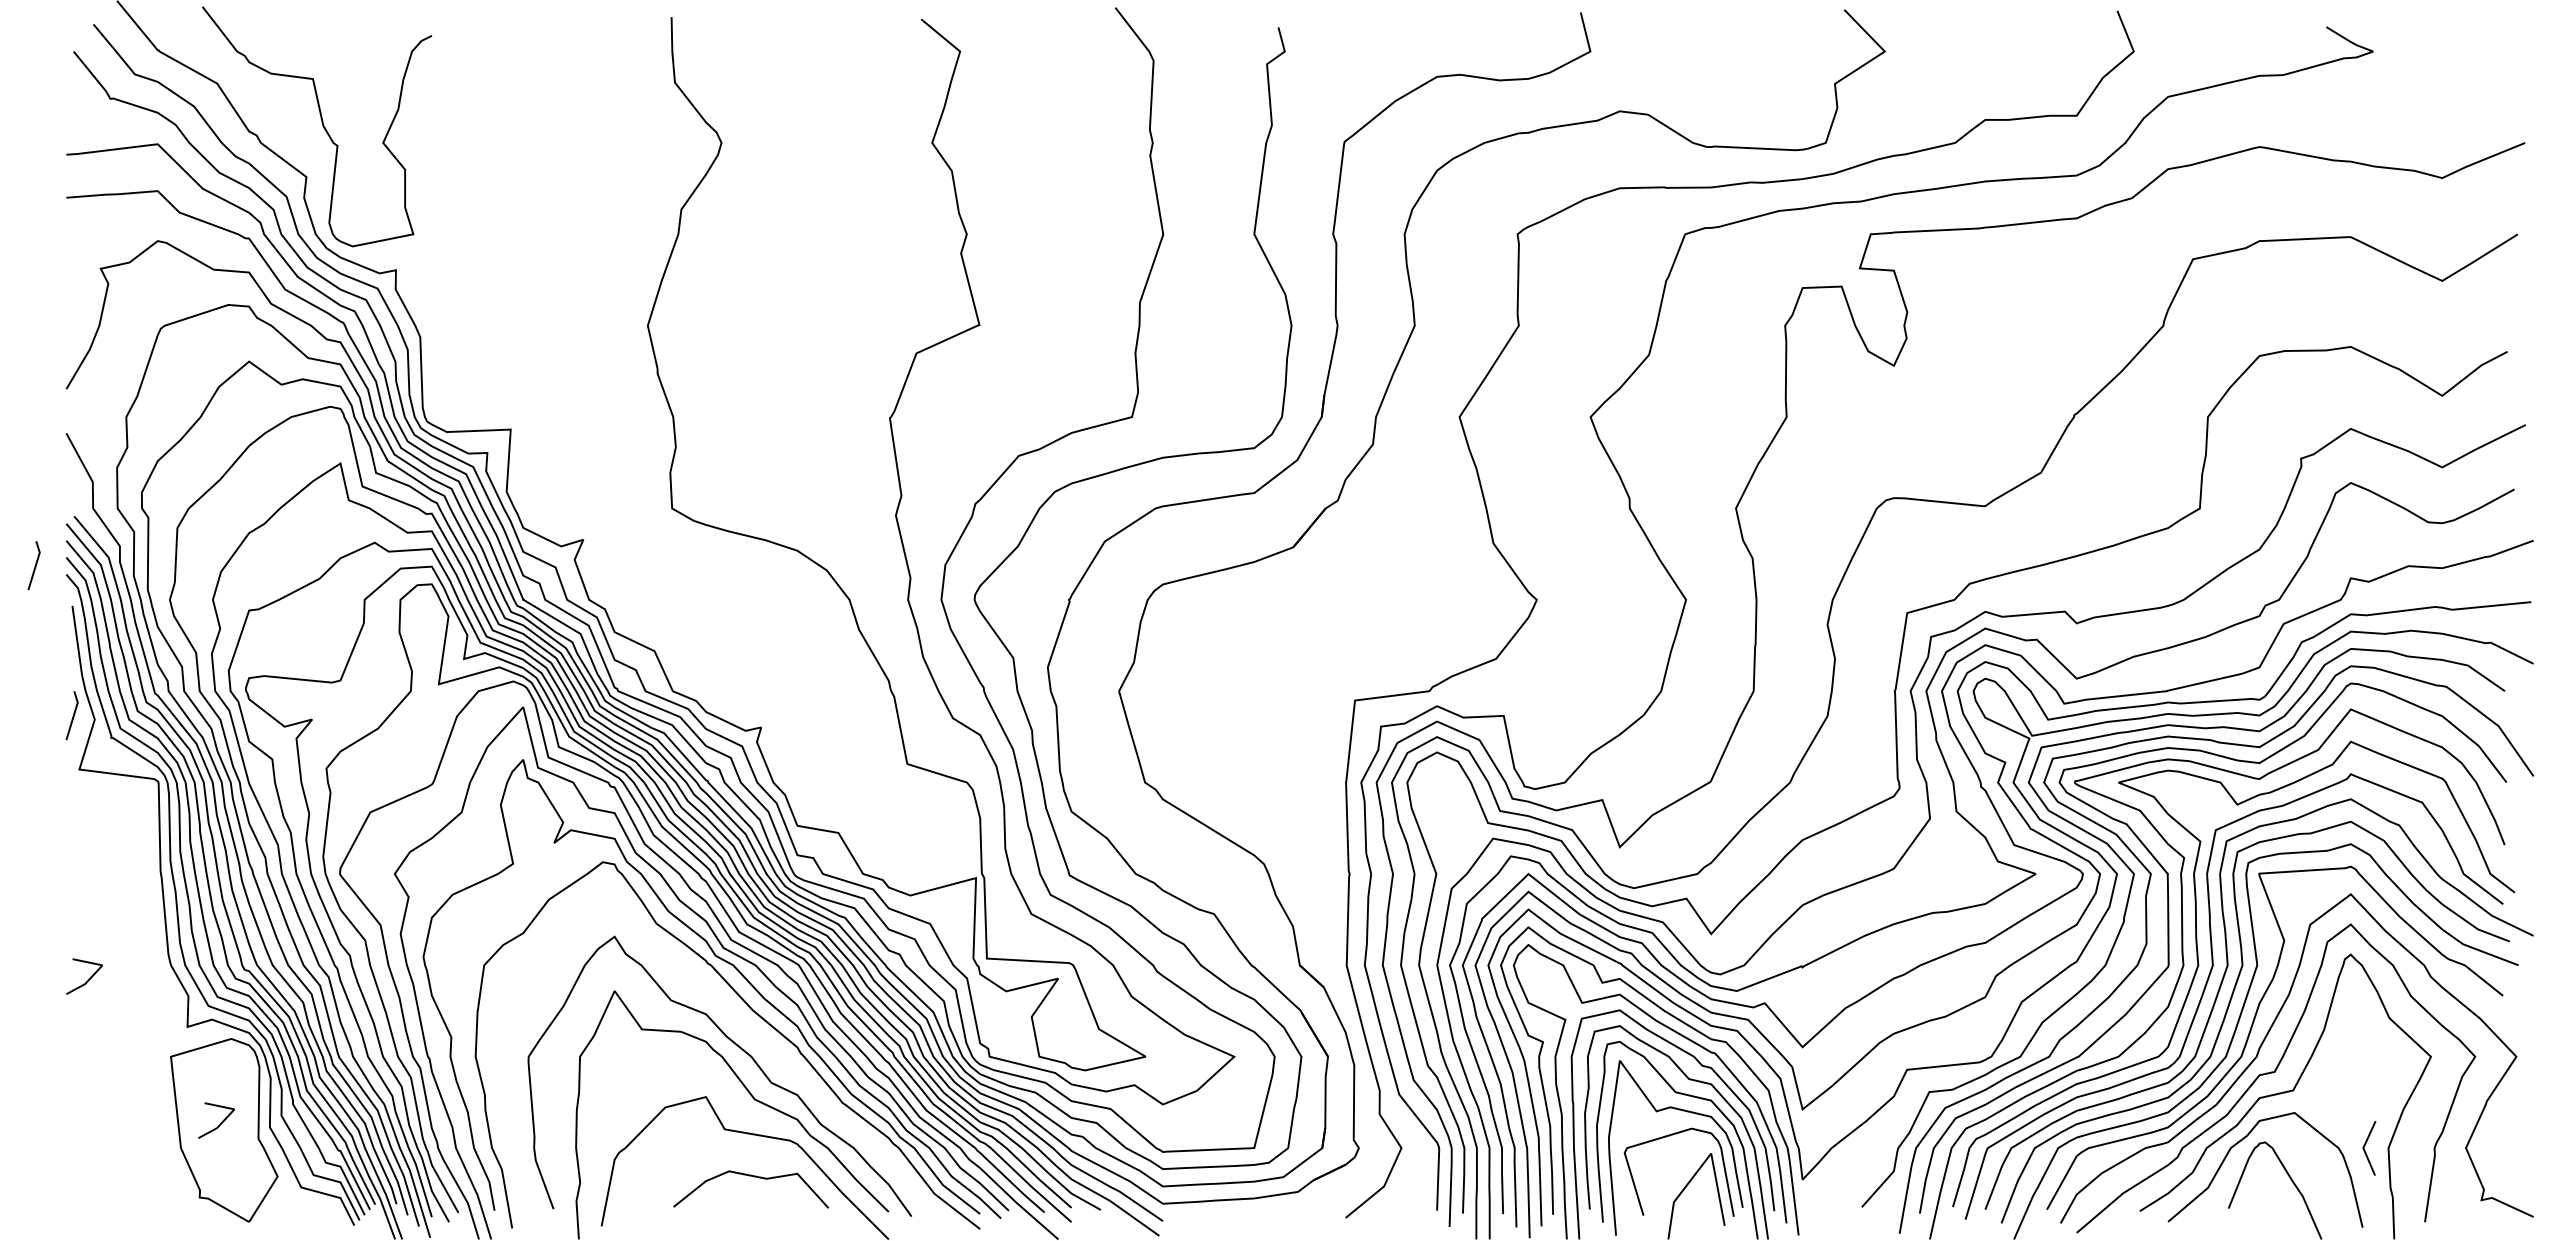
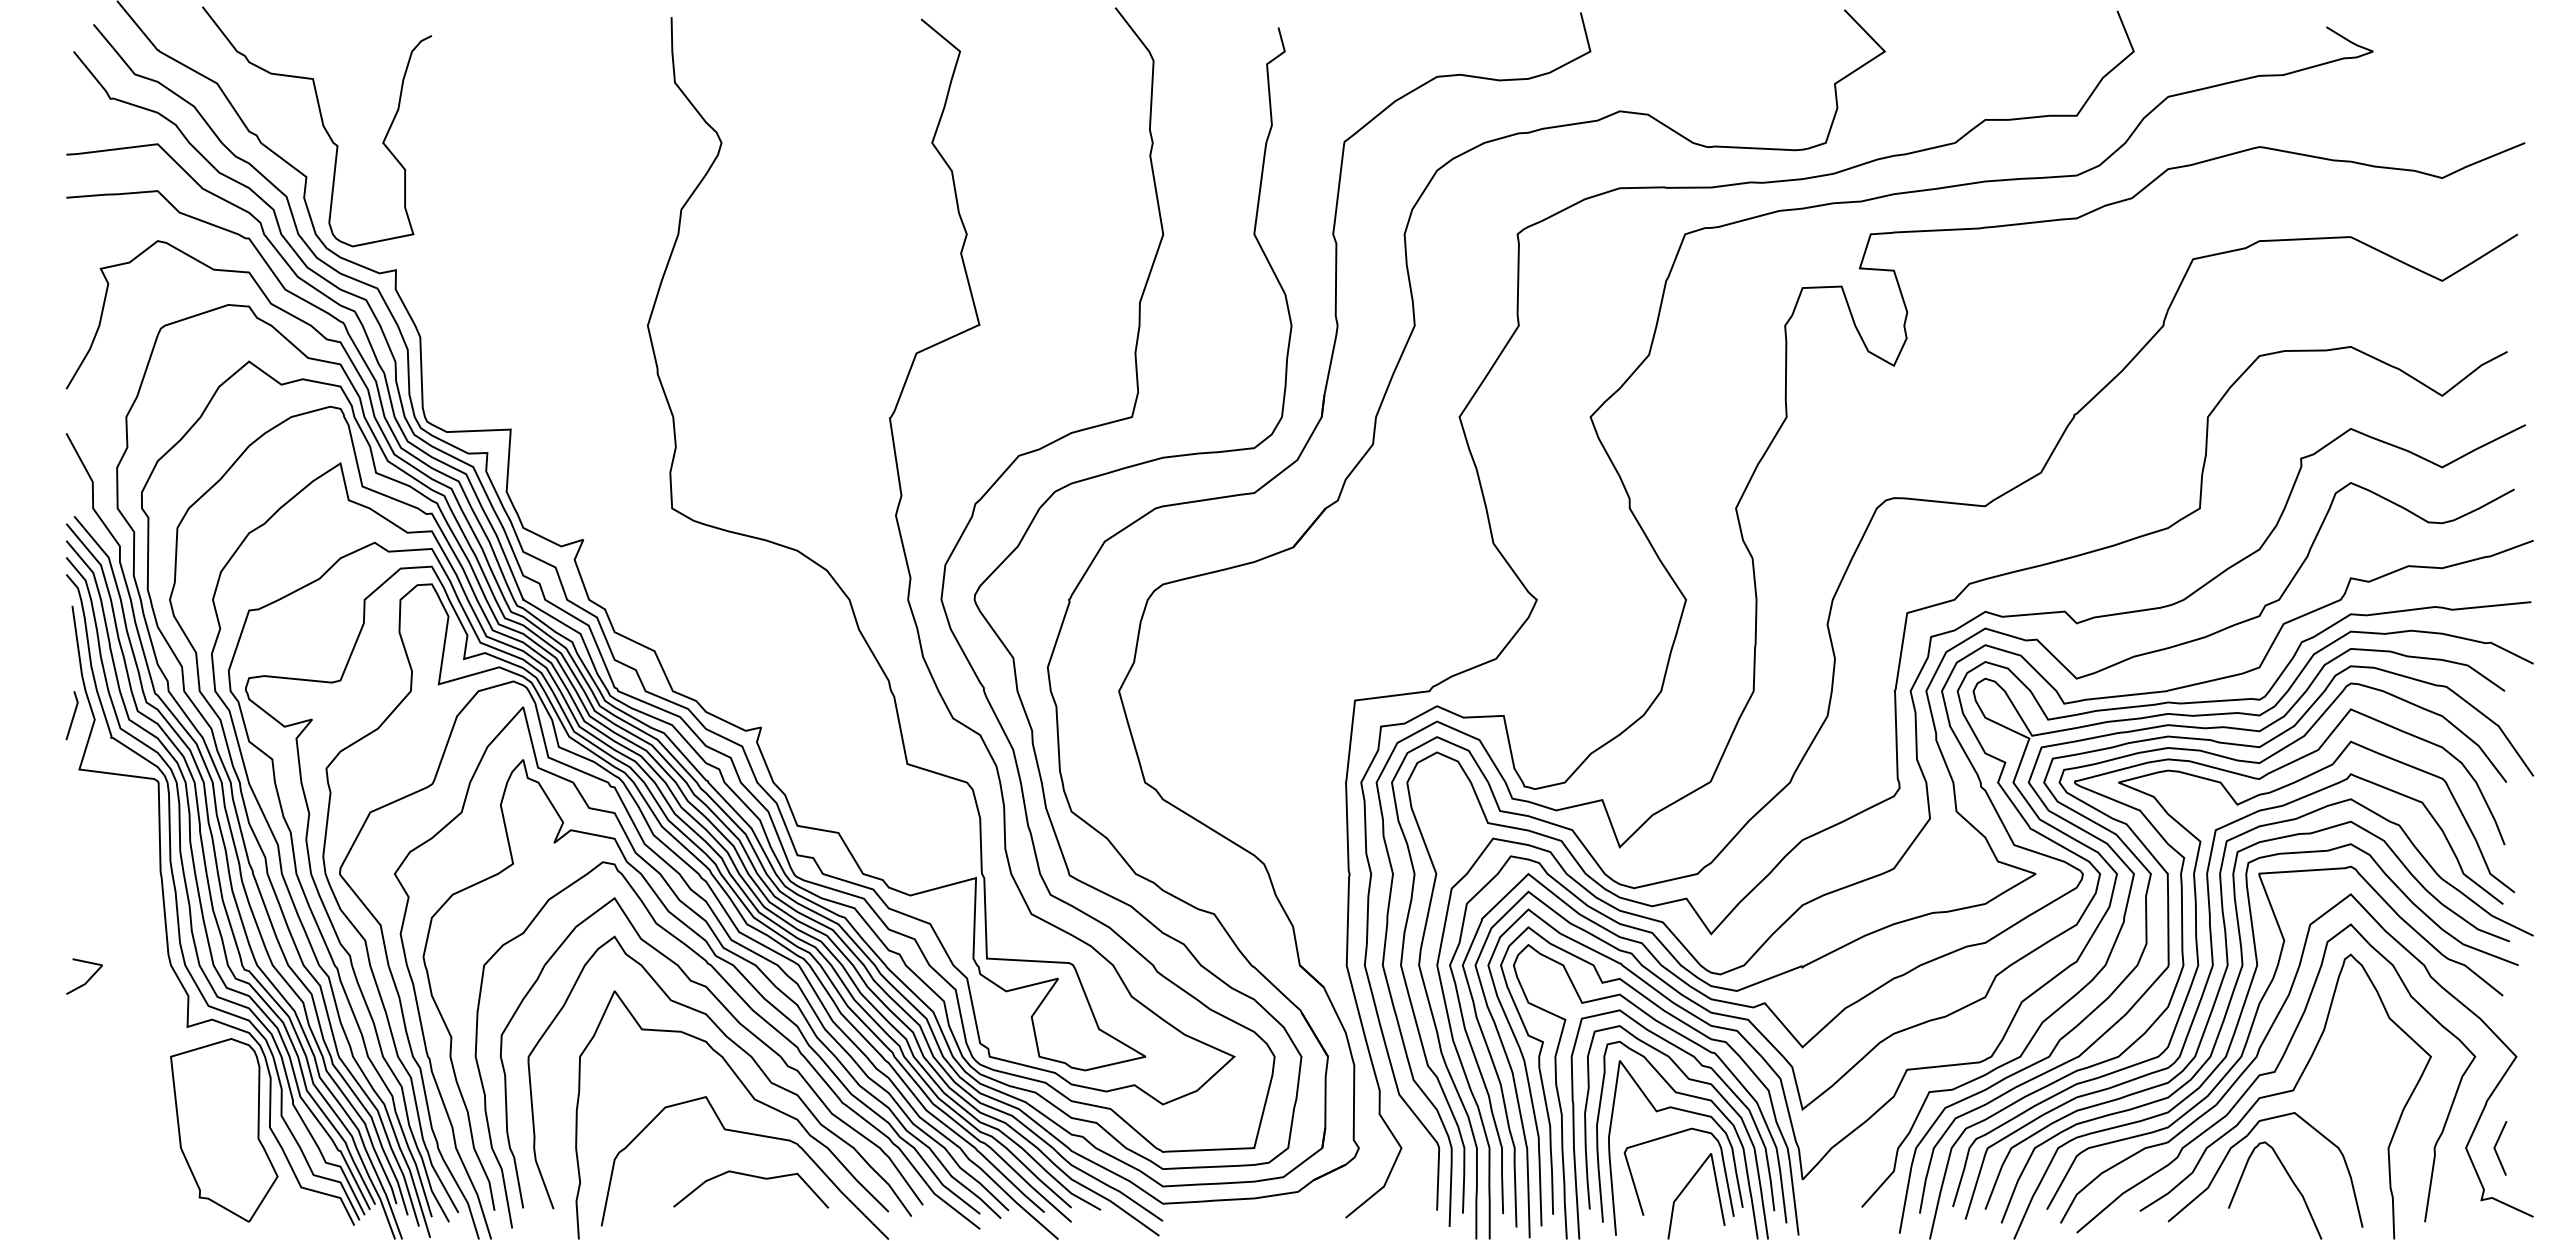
line at (34, 566): present -> none
curve at (739, 1024): none -> present
line at (220, 1123): present -> none
line at (2365, 1146) position: (2365, 1146) -> (2496, 1146)
